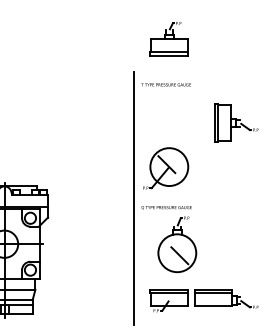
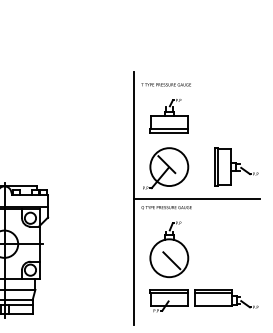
part at (168, 39) position: (168, 39) -> (168, 116)
part at (236, 122) position: (236, 122) -> (236, 166)
line at (197, 198): none -> present
part at (177, 244) position: (177, 244) -> (169, 249)
